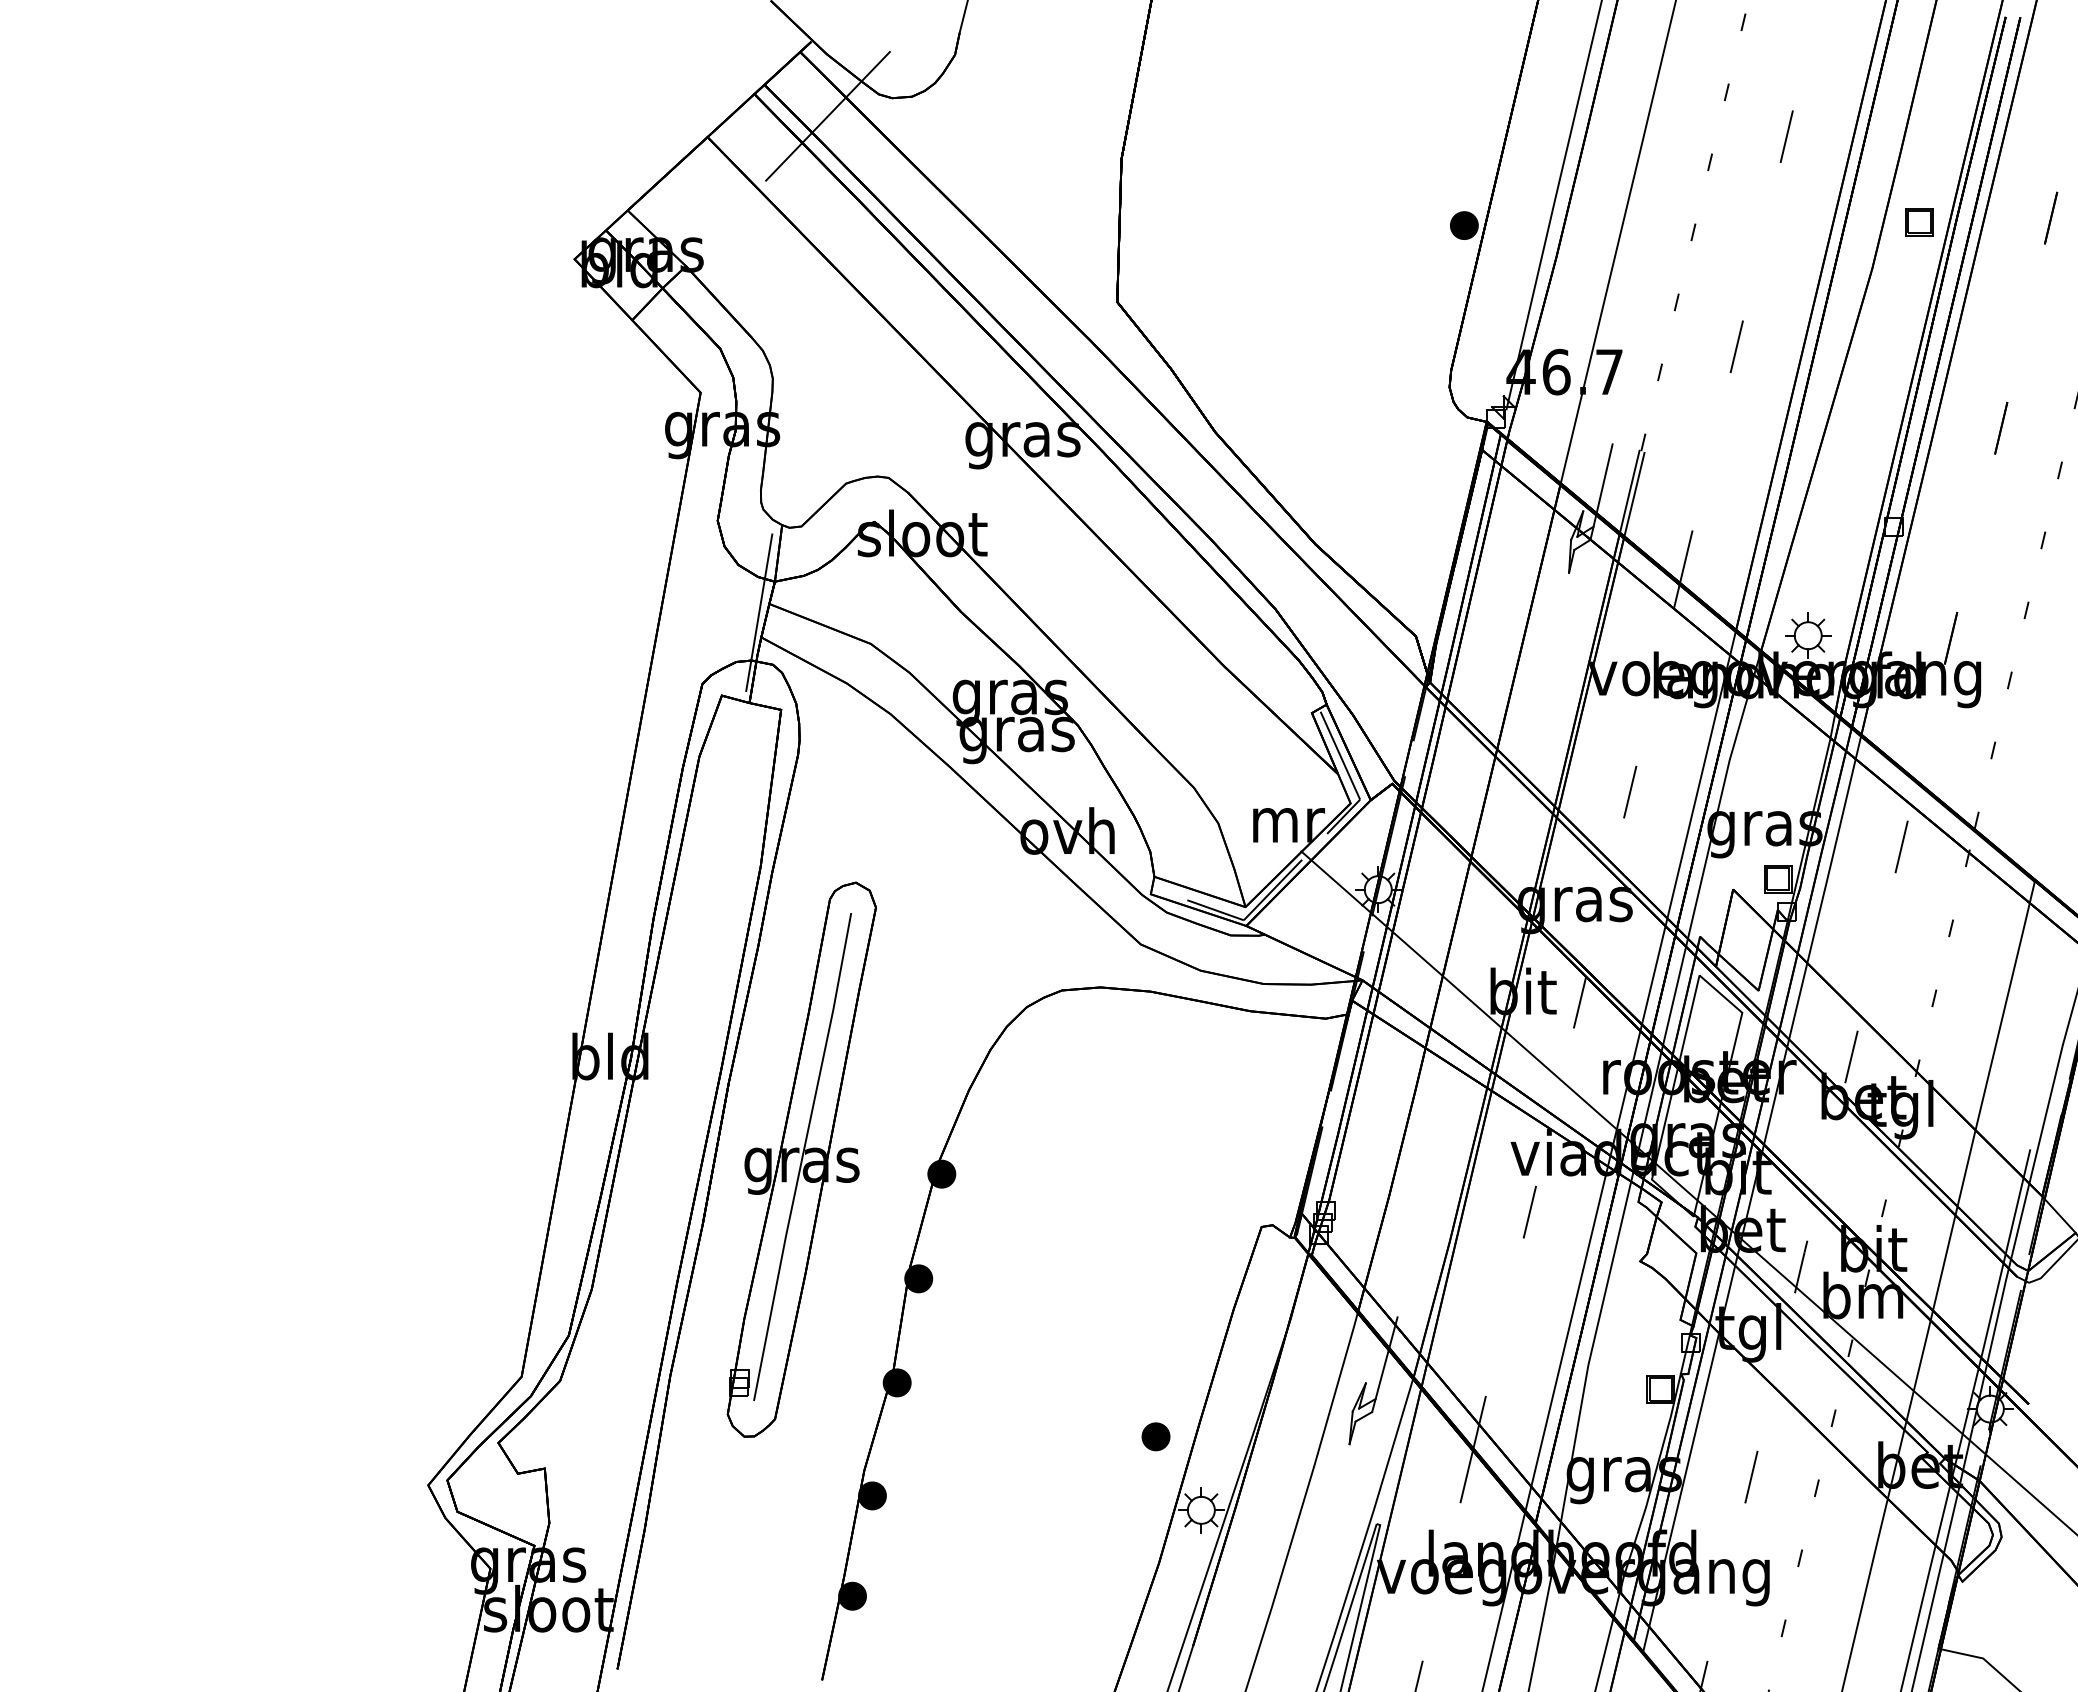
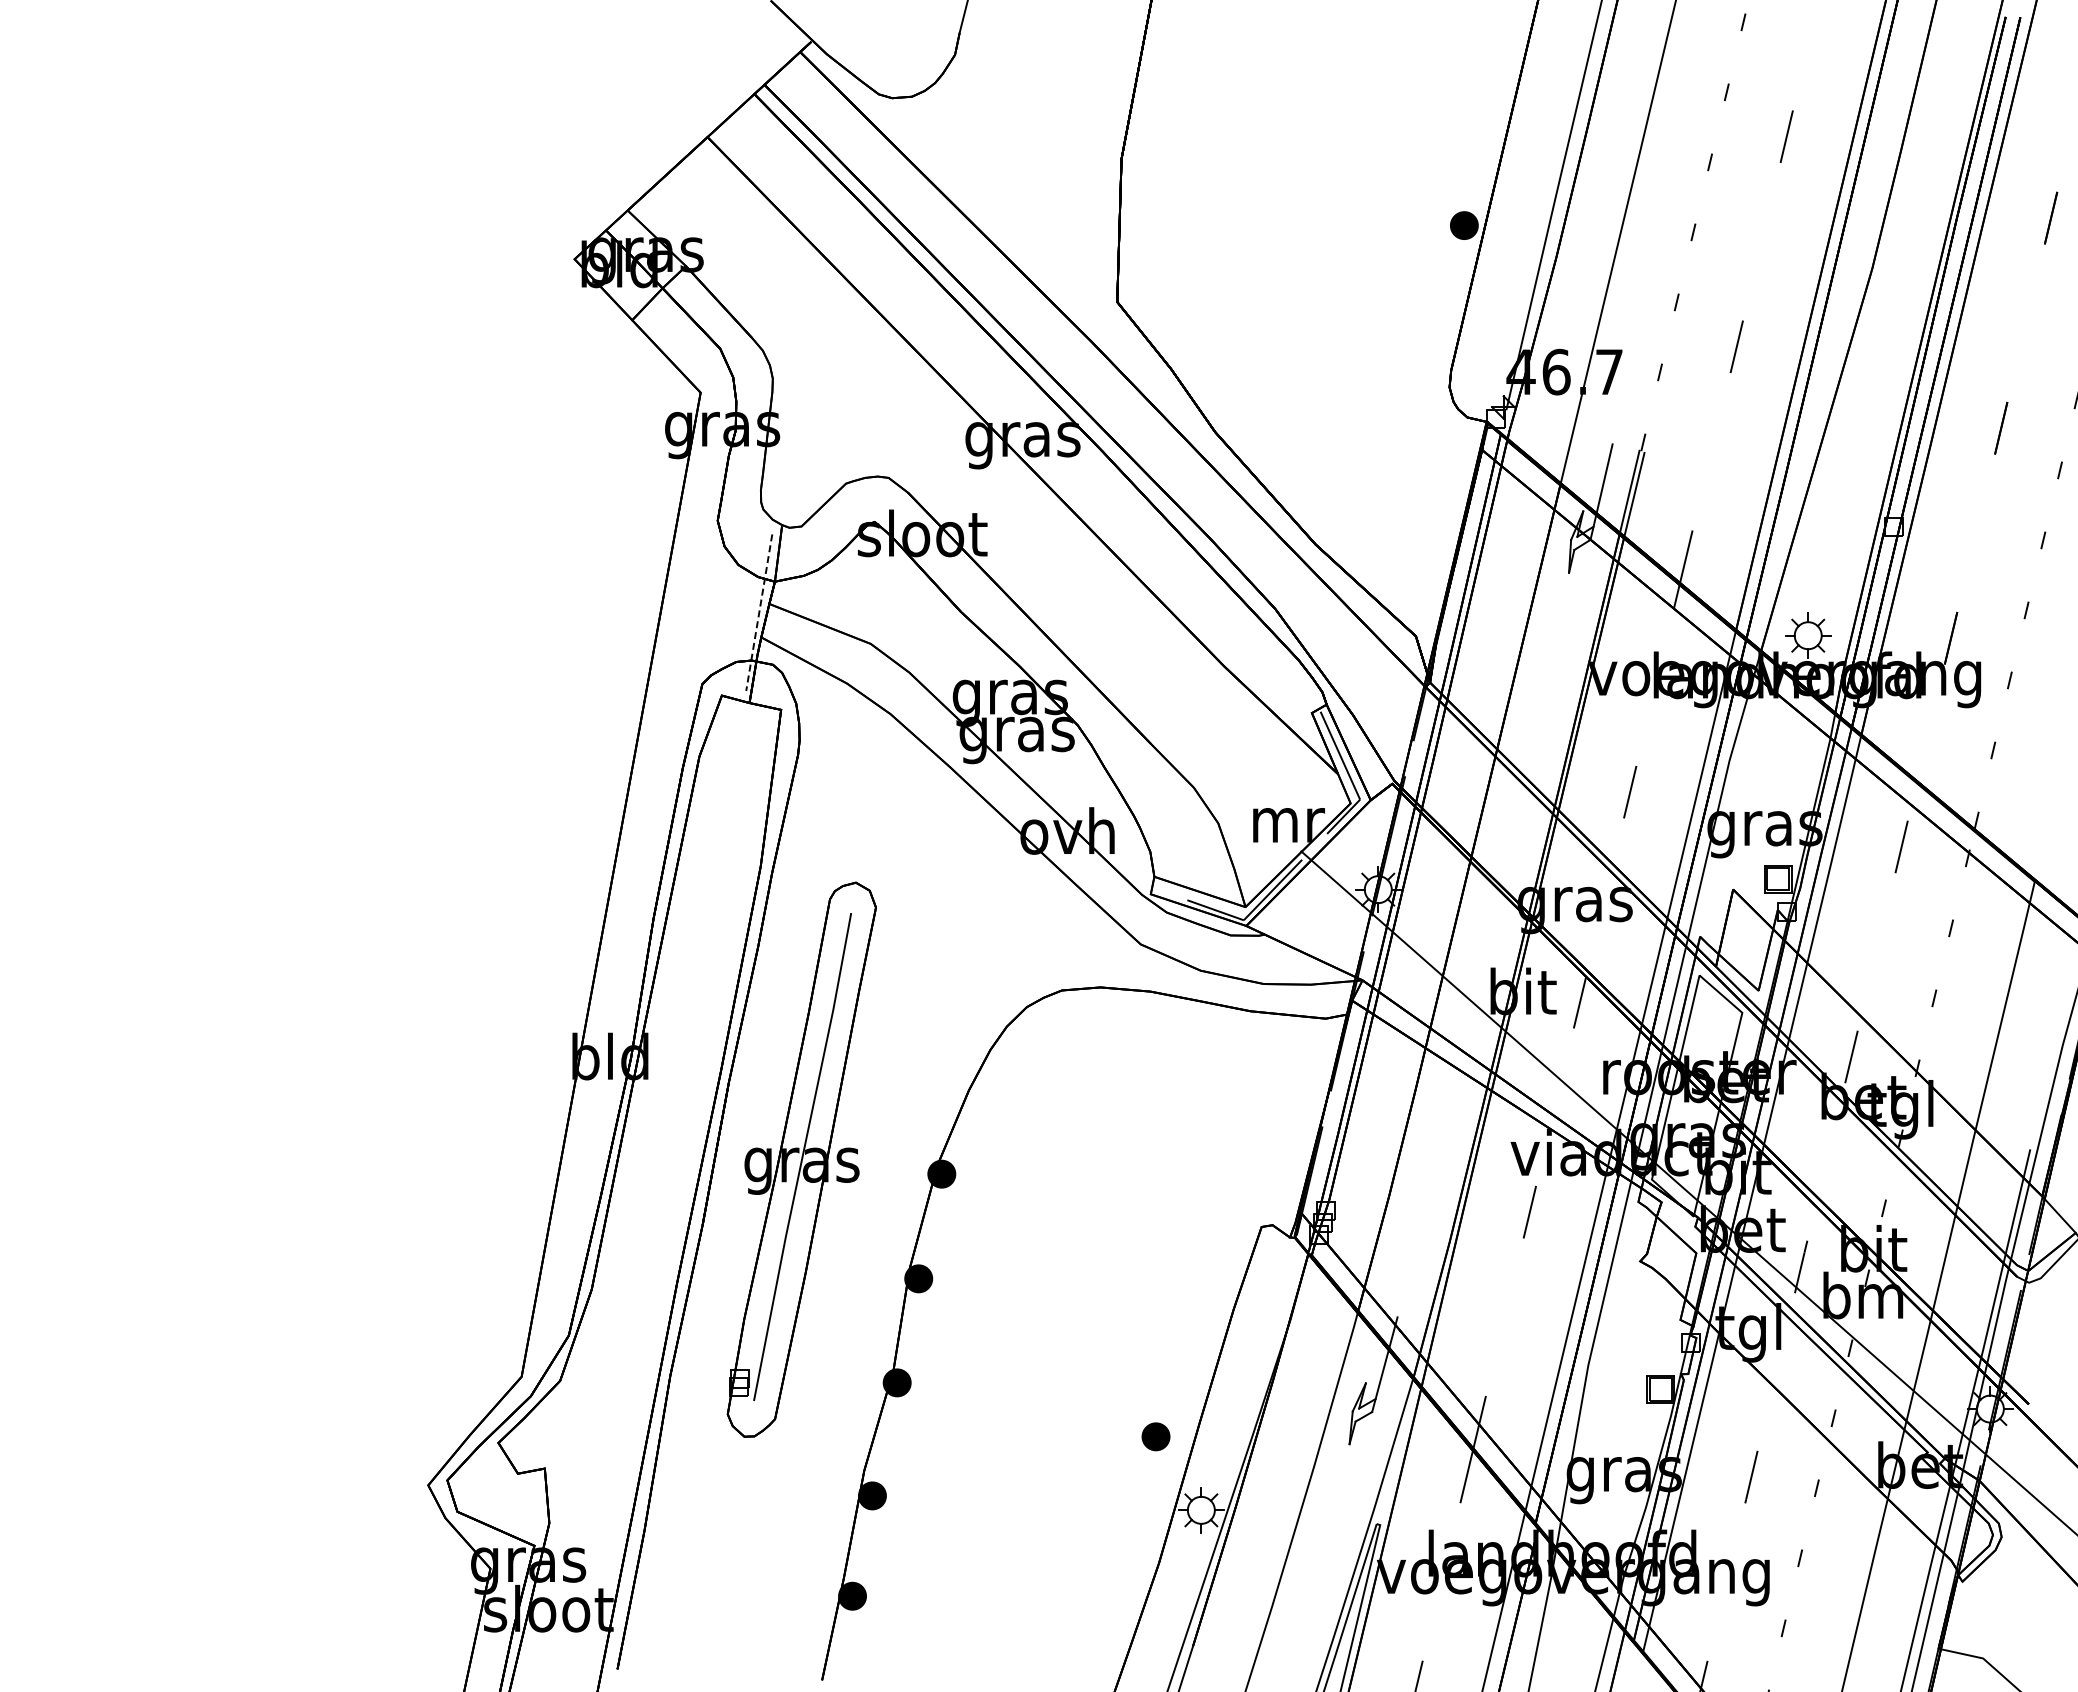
line at (827, 115): present -> none
part at (1919, 222): present -> none
line at (759, 613): solid -> dashed
